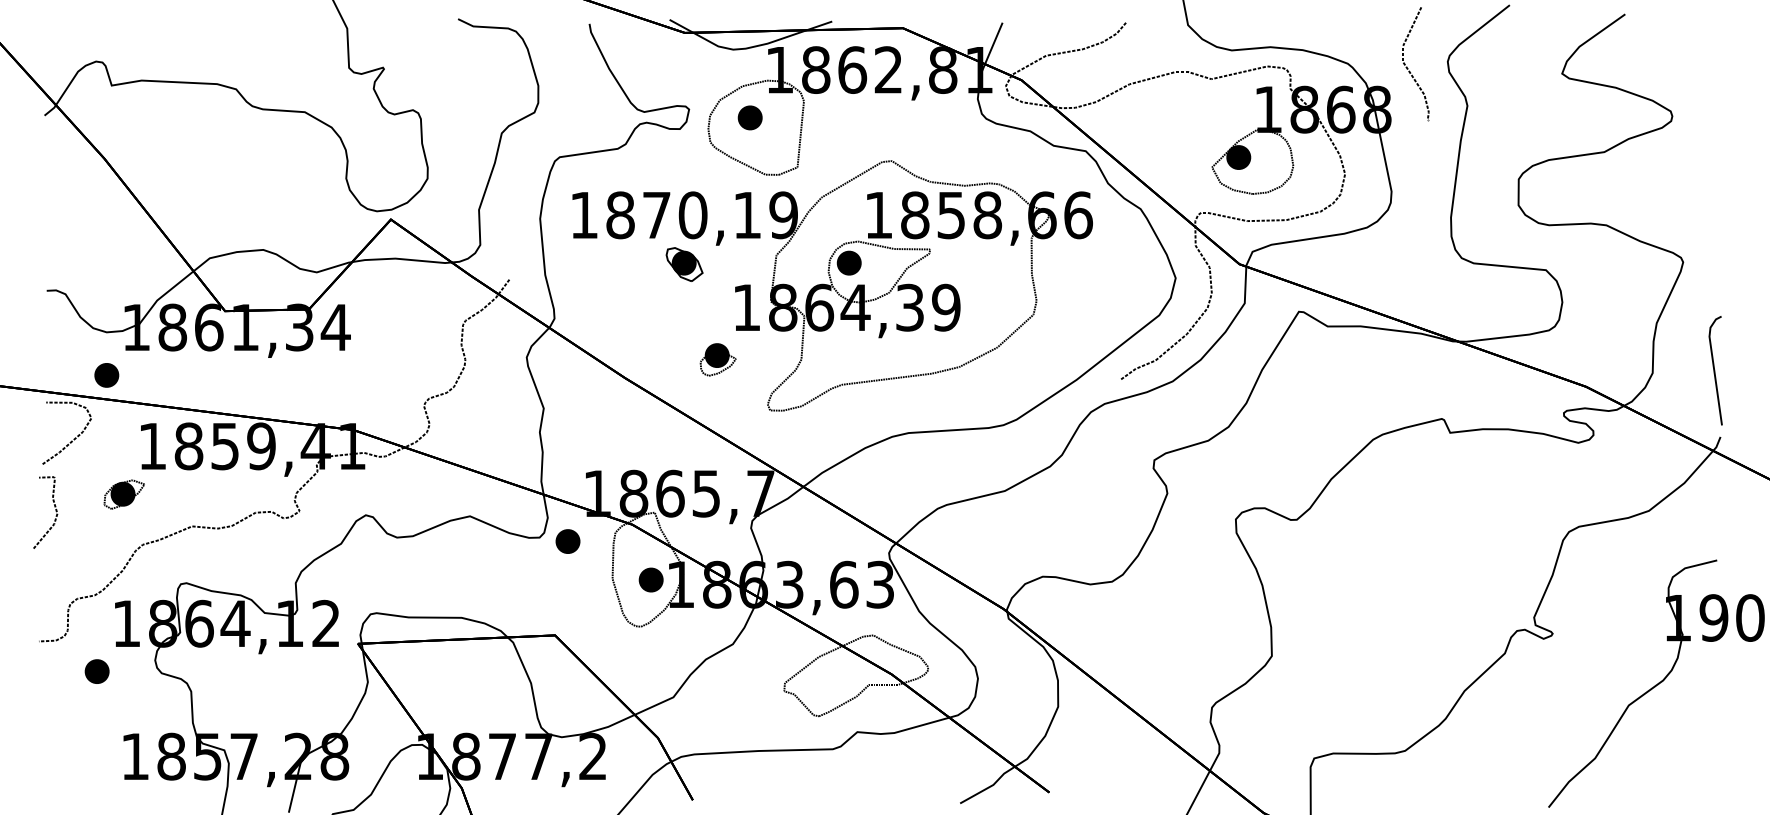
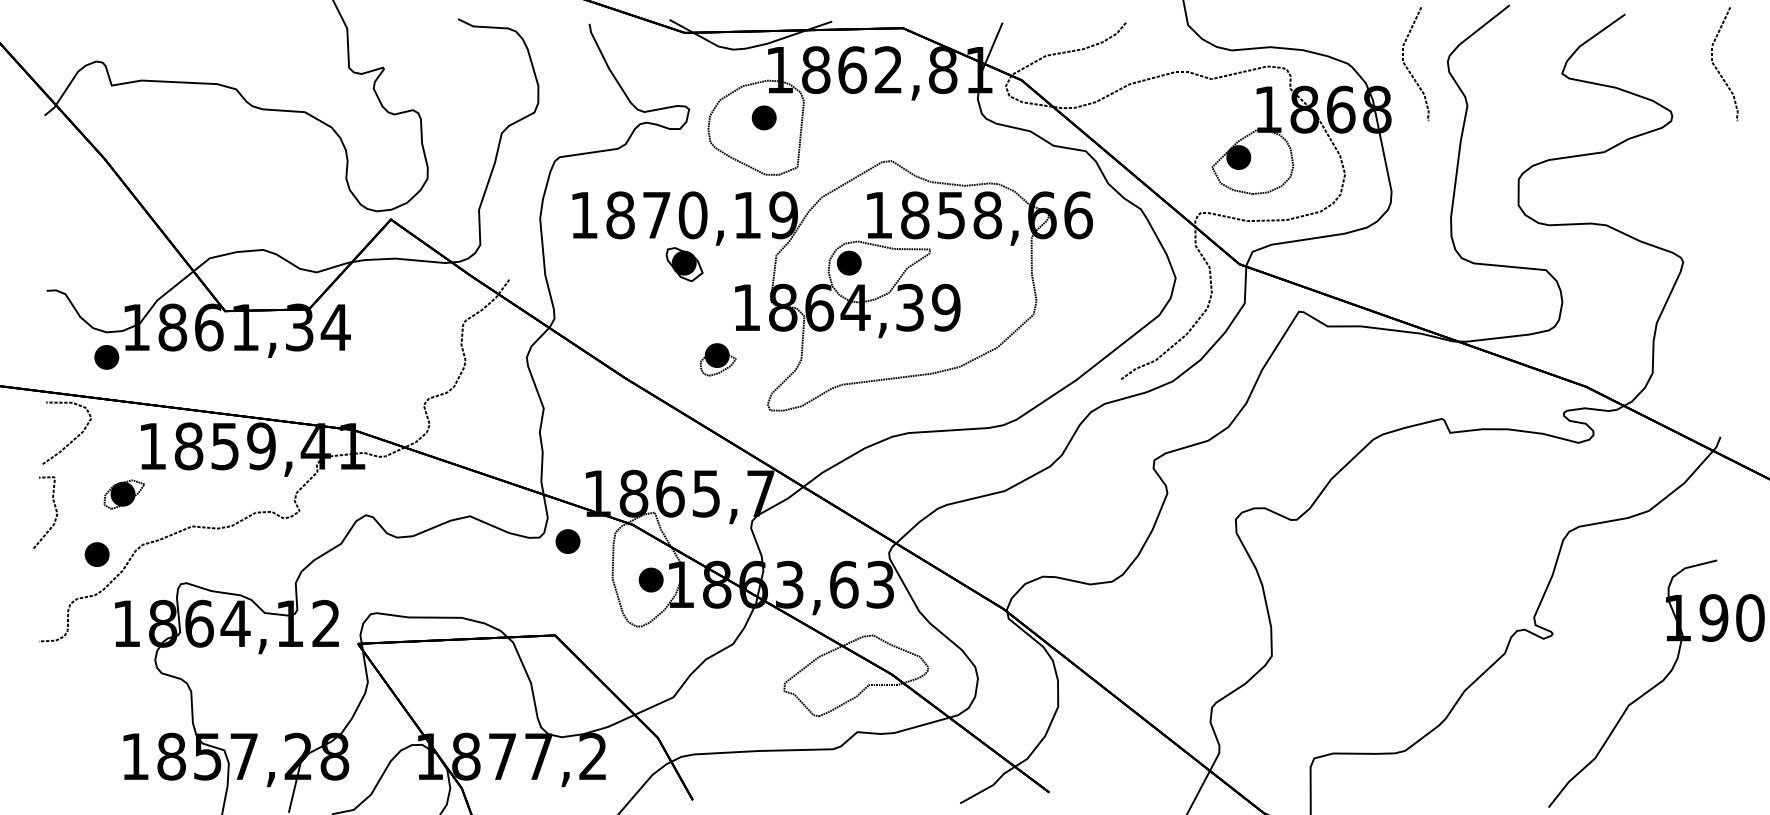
curve at (1717, 68): none -> present
part at (749, 117) position: (749, 117) -> (763, 117)
line at (1715, 370): present -> none
part at (106, 375) position: (106, 375) -> (106, 357)
part at (96, 671) position: (96, 671) -> (96, 554)
